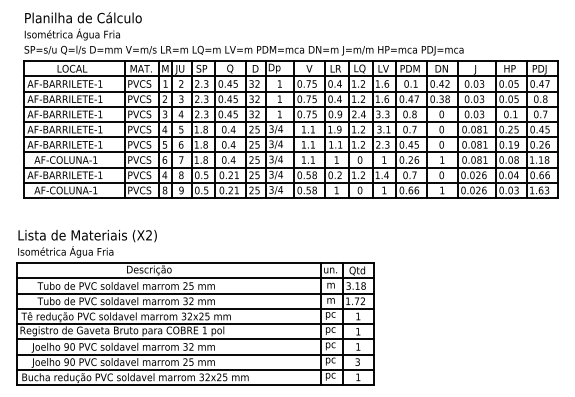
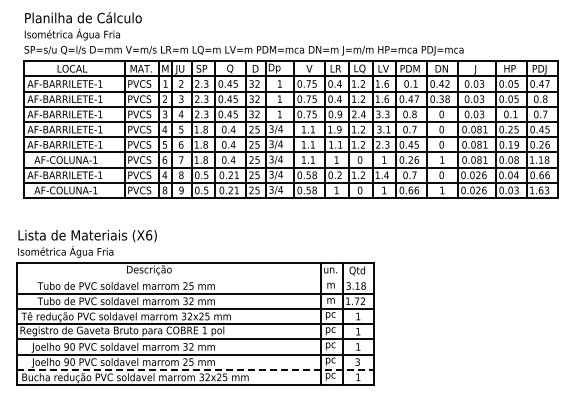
text at (149, 235): (X2) -> (X6)
line at (195, 278): present -> none
line at (196, 369): solid -> dashed
